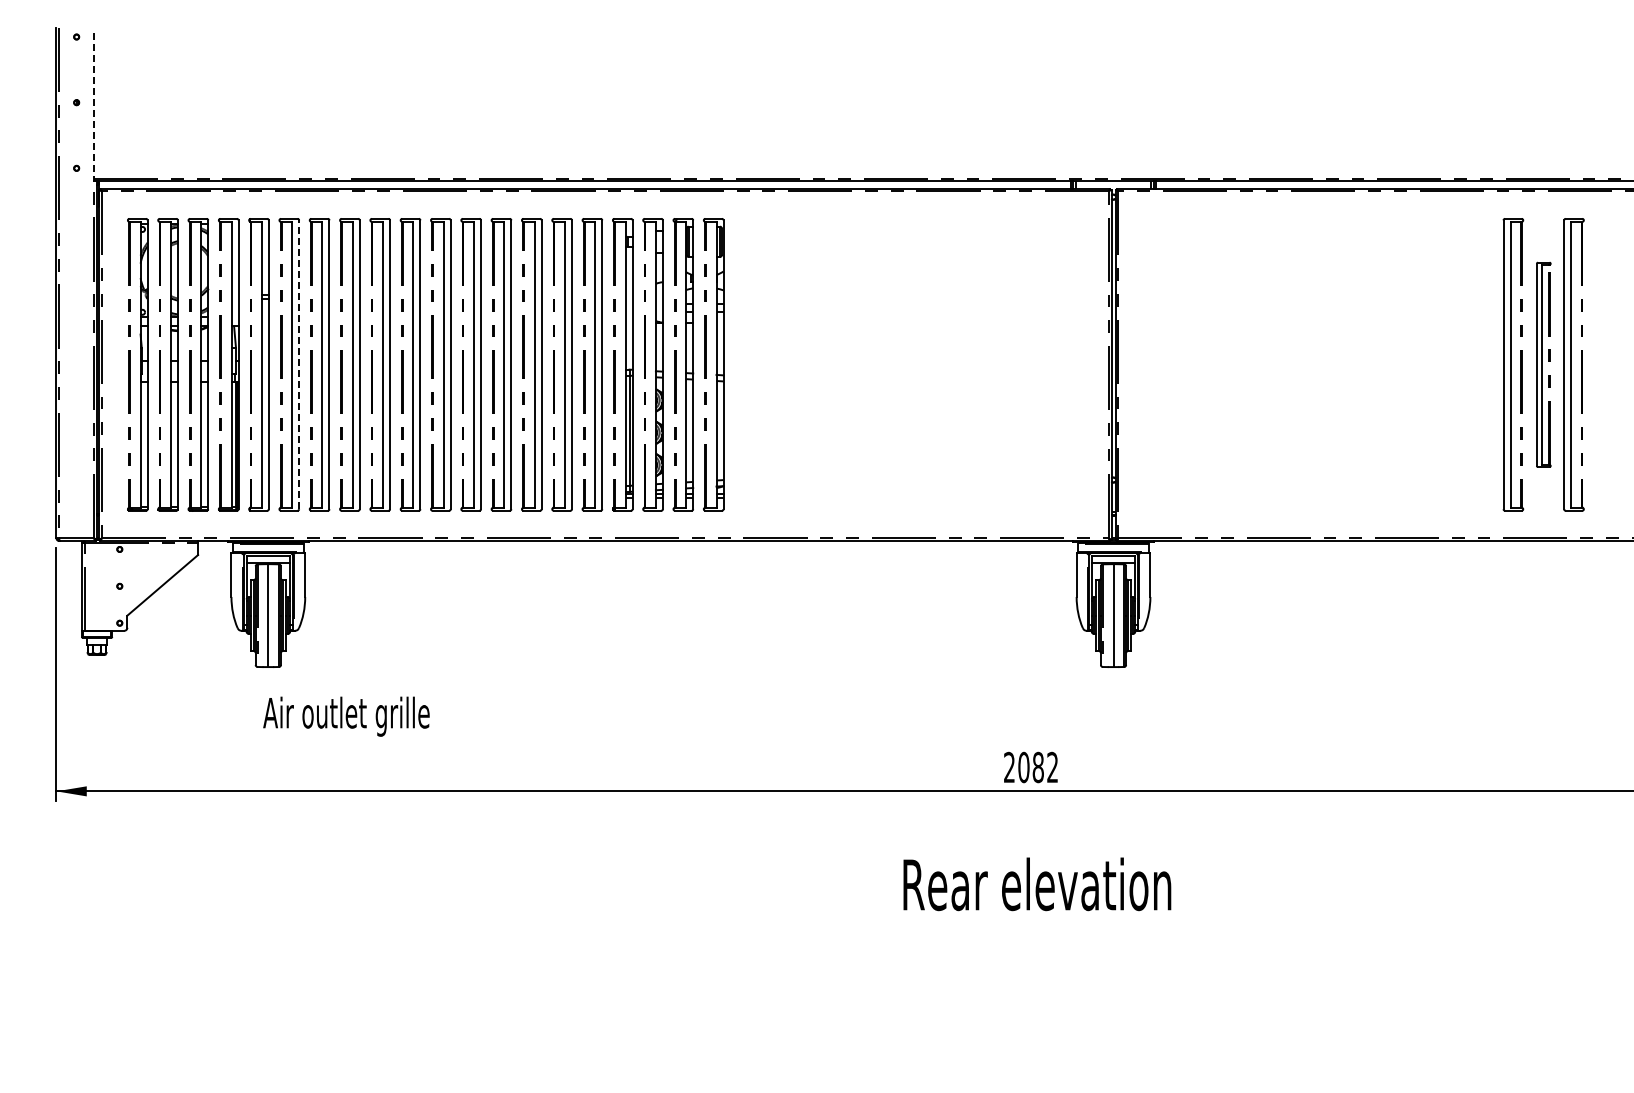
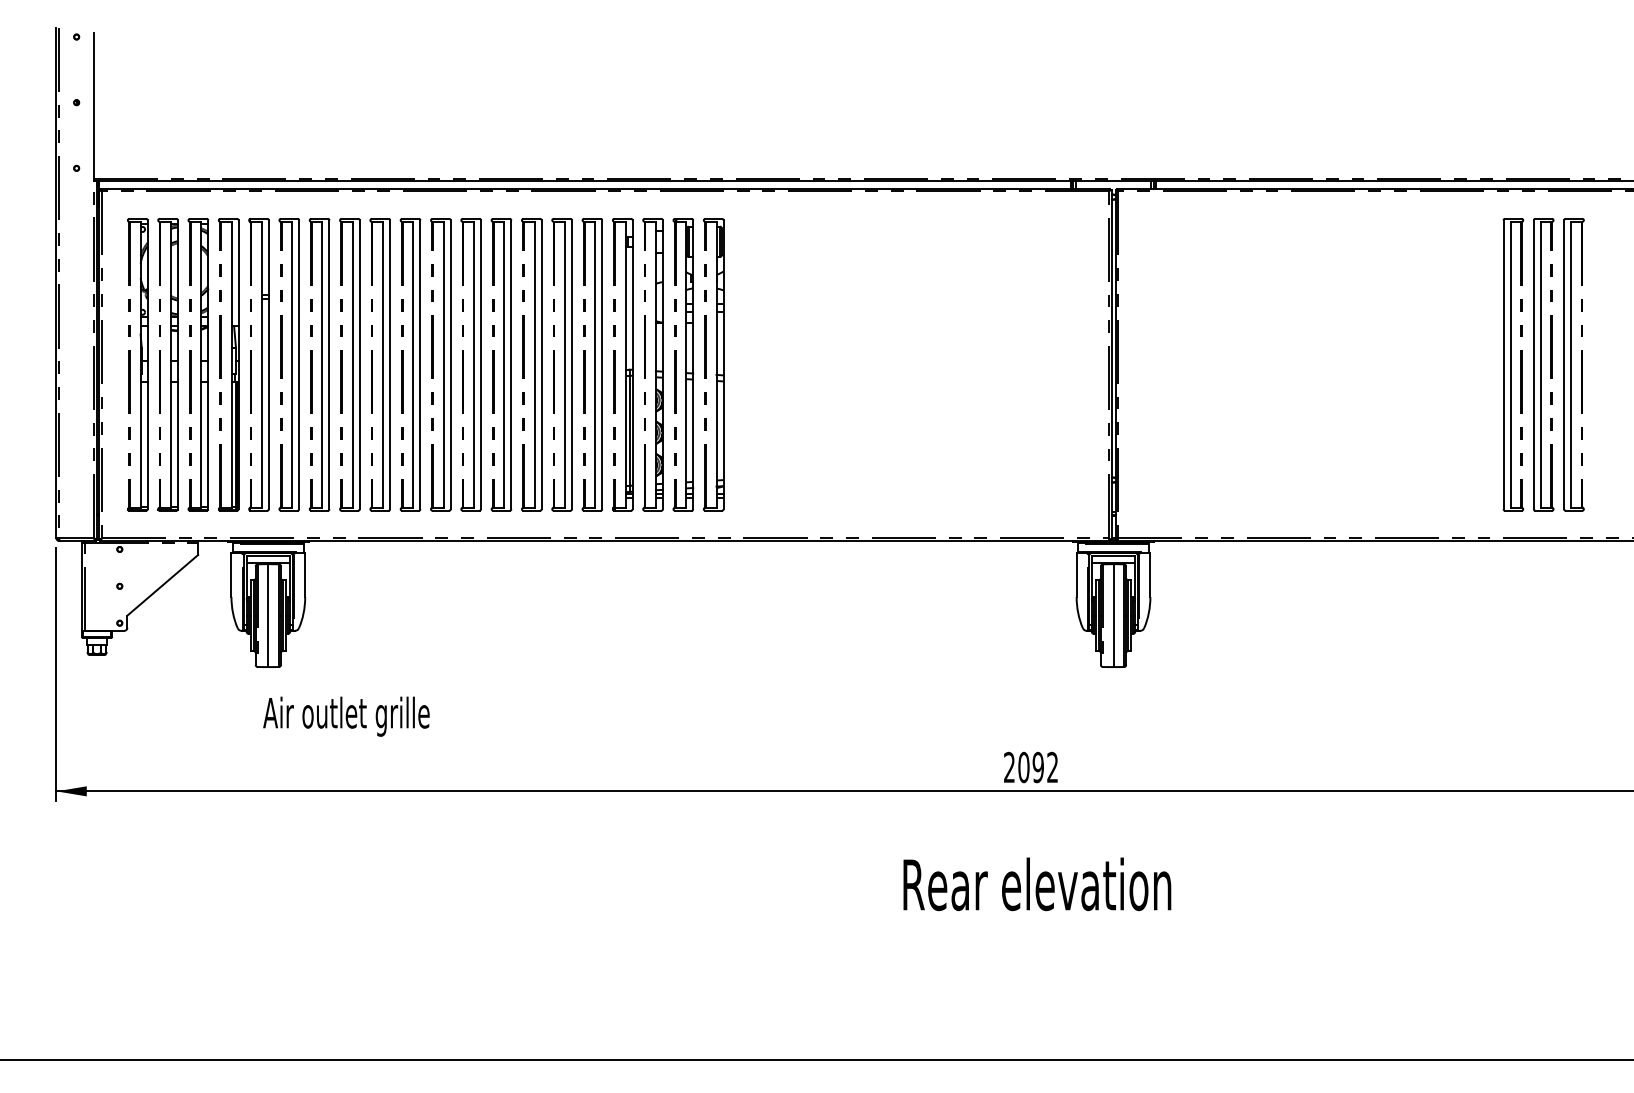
line at (94, 106): dashed -> solid
line at (299, 364): dashed -> solid
part at (1543, 364) size: 16x207 px -> 22x294 px
text at (1037, 767): 2082 -> 2092
line at (816, 1060): none -> present
